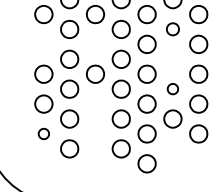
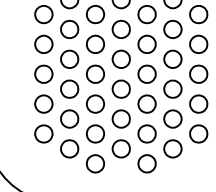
part at (172, 29) size: 14x15 px -> 20x20 px
part at (43, 43): none -> present
part at (94, 43): none -> present
part at (172, 58): none -> present
part at (172, 89) size: 13x13 px -> 20x20 px
part at (94, 103): none -> present
part at (43, 133) size: 13x13 px -> 20x20 px
part at (95, 133): none -> present
part at (172, 148): none -> present
part at (94, 163): none -> present
